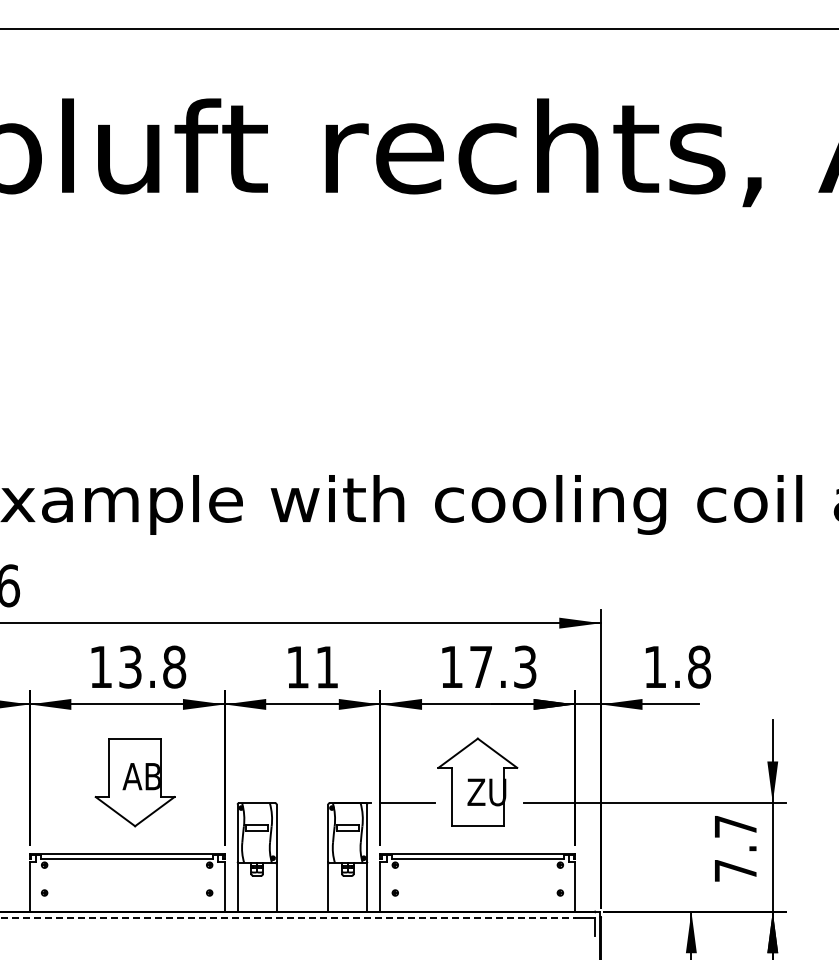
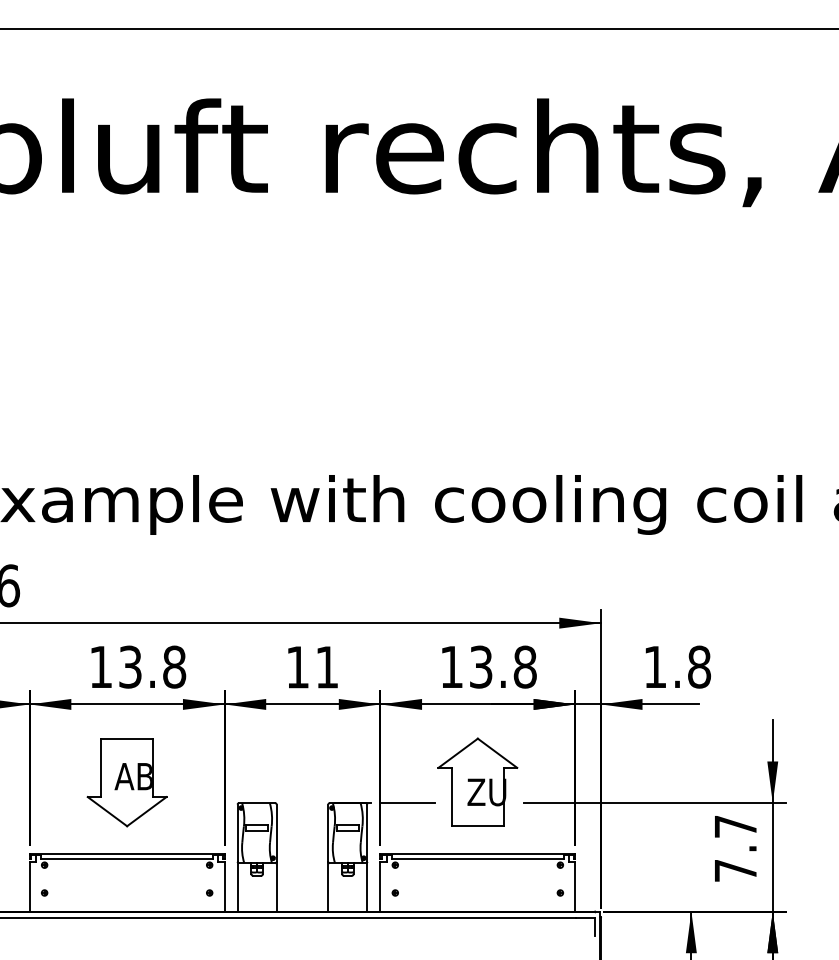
text at (503, 666): 17.3 -> 13.8
part at (134, 782) position: (134, 782) -> (126, 782)
line at (288, 917): dashed -> solid
